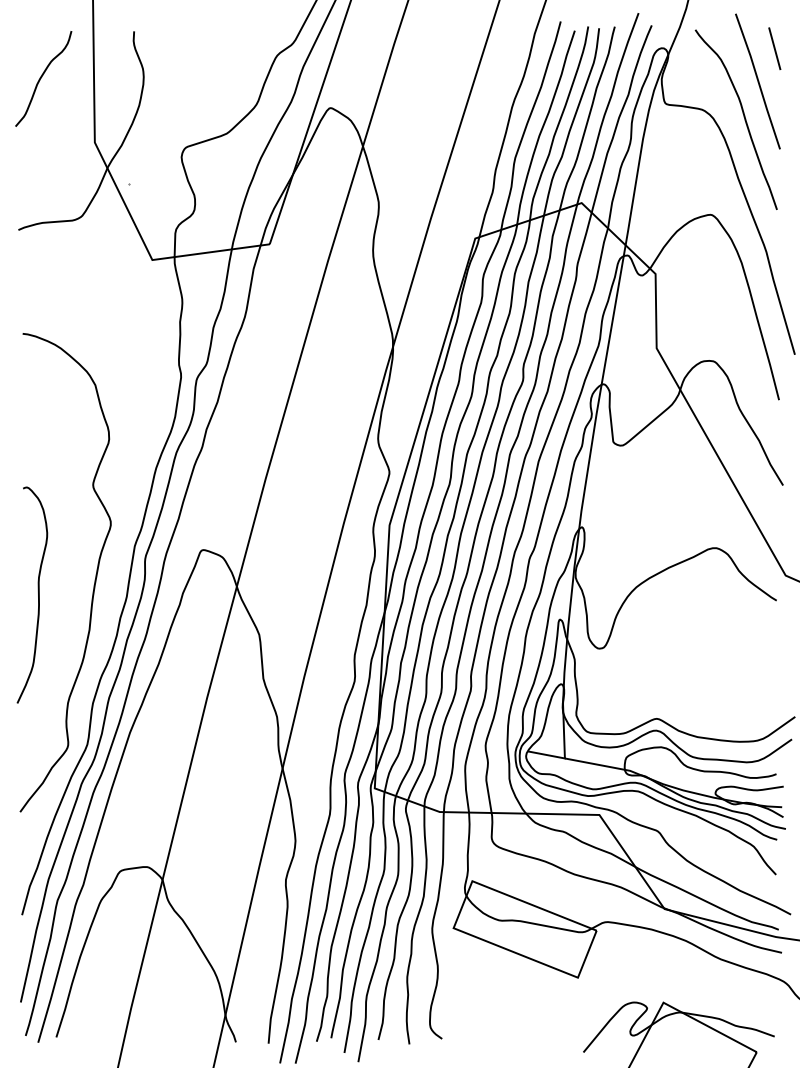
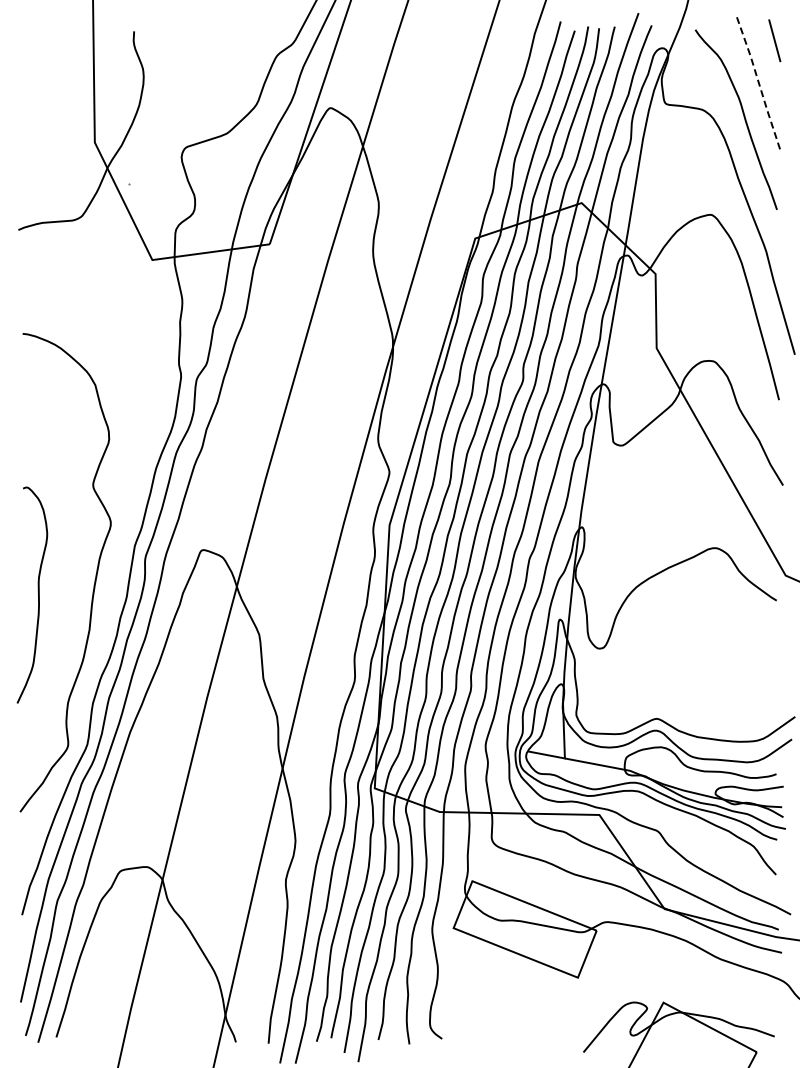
line at (774, 48) position: (774, 48) -> (774, 40)
curve at (42, 77): present -> none
line at (758, 81): solid -> dashed
